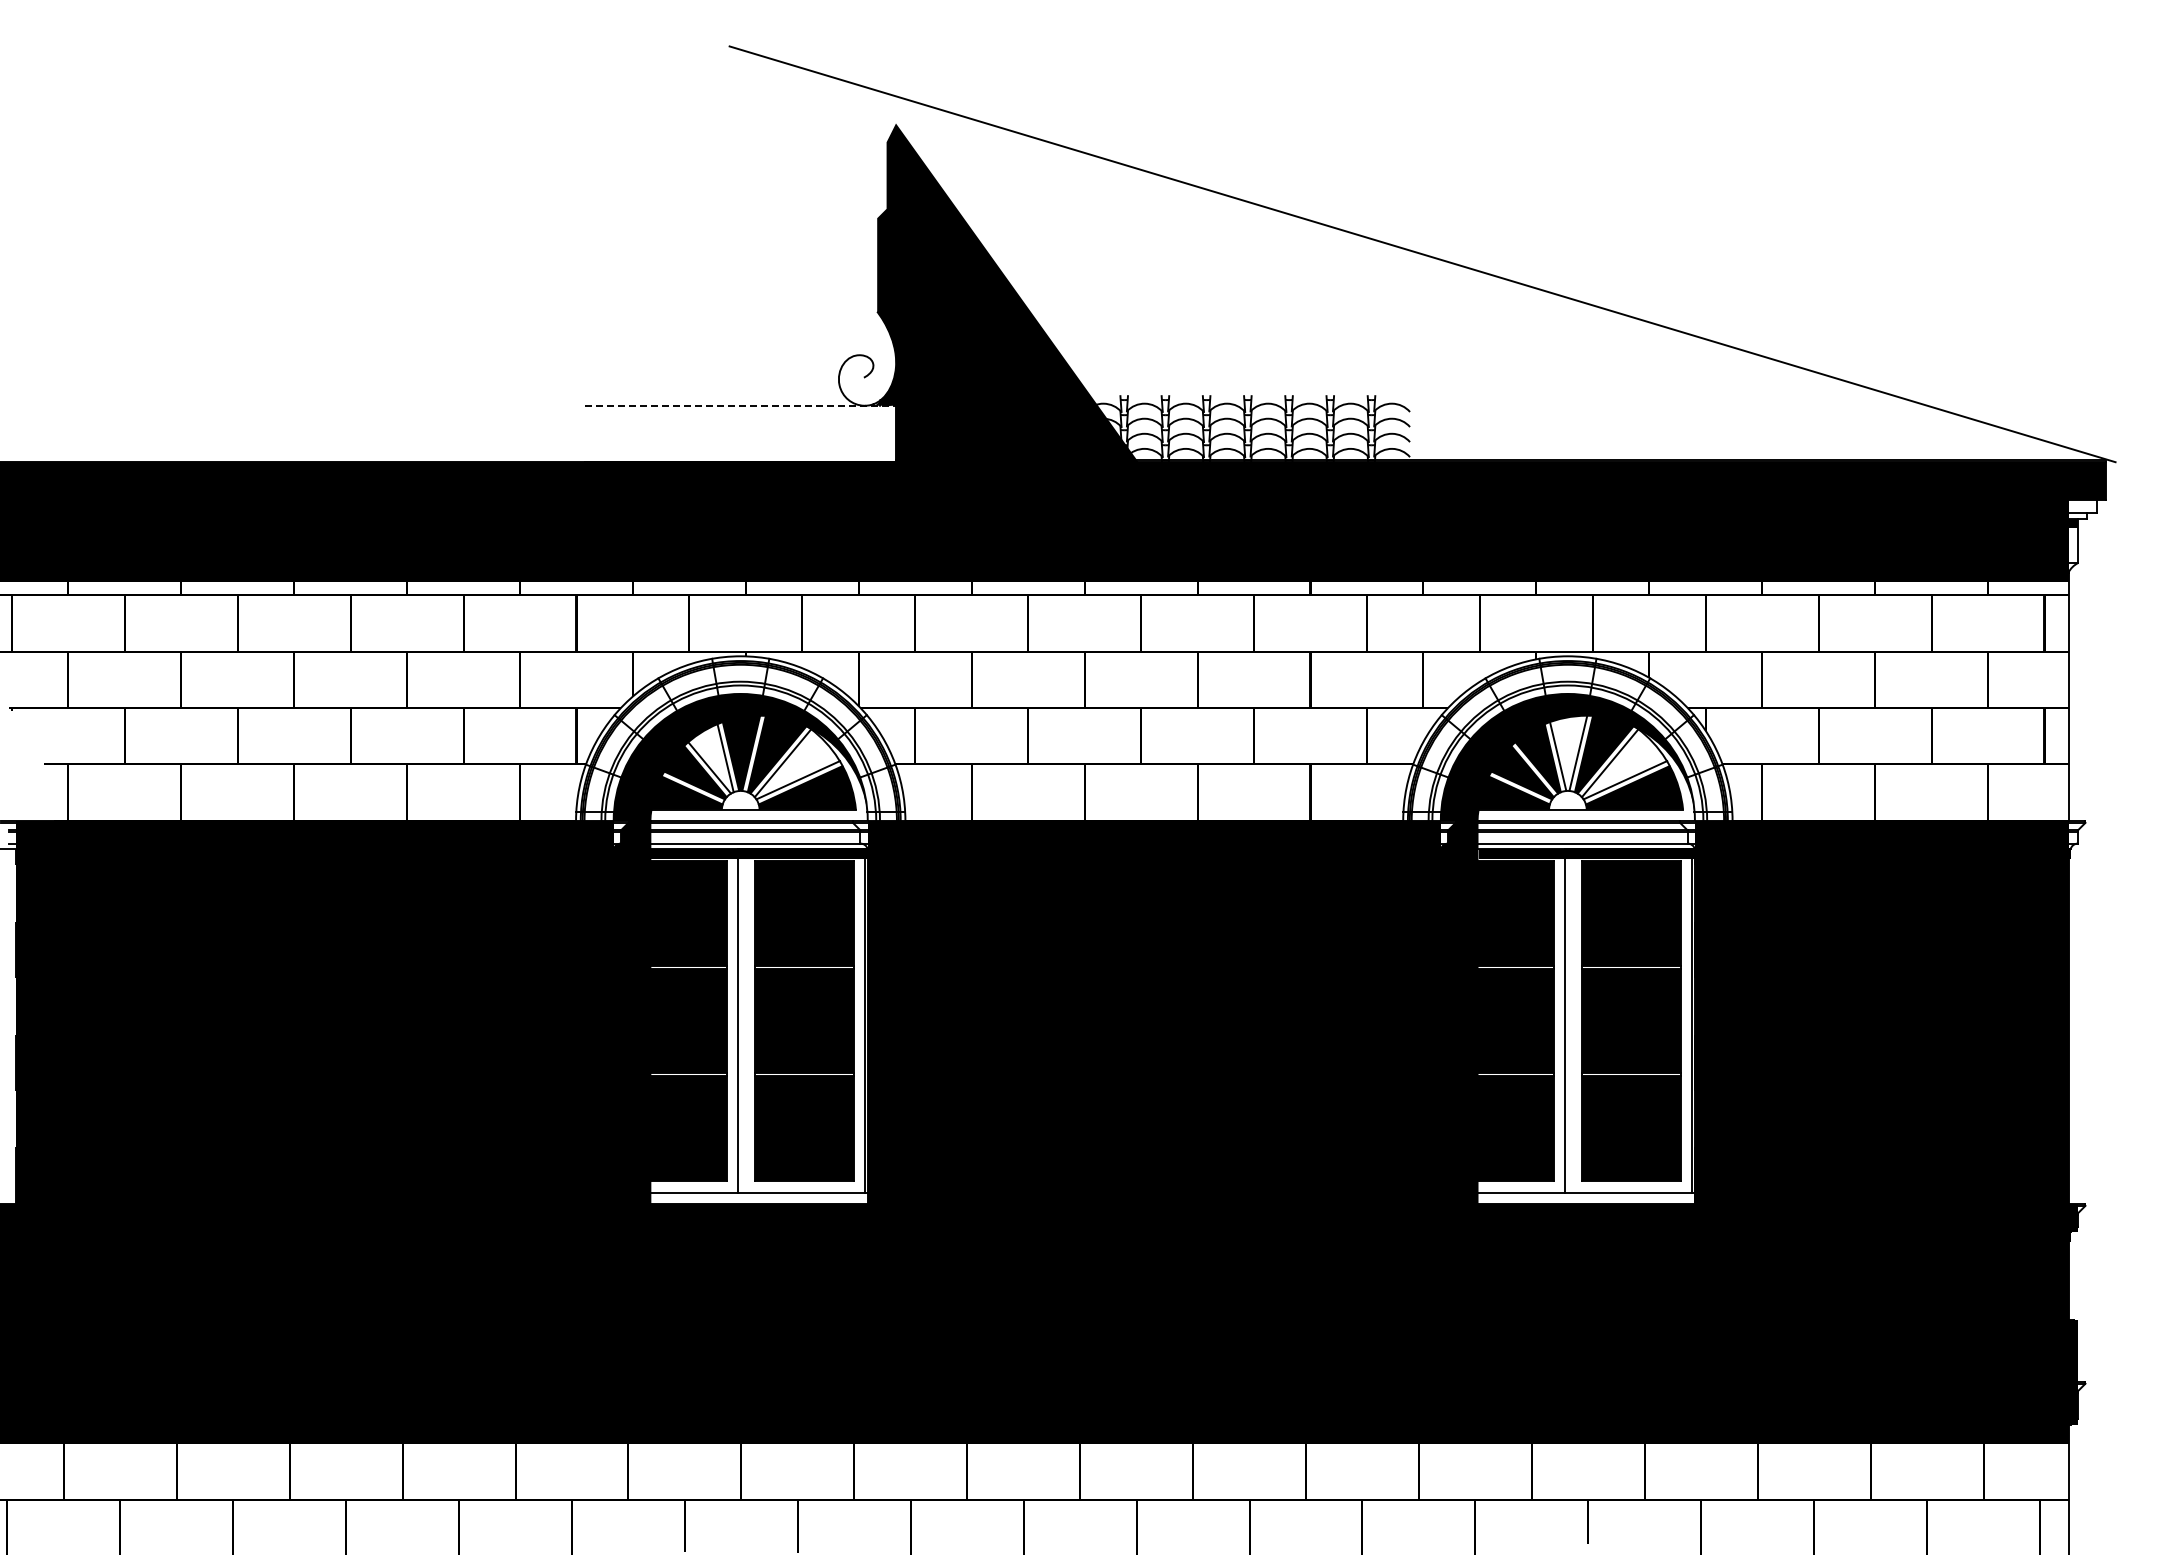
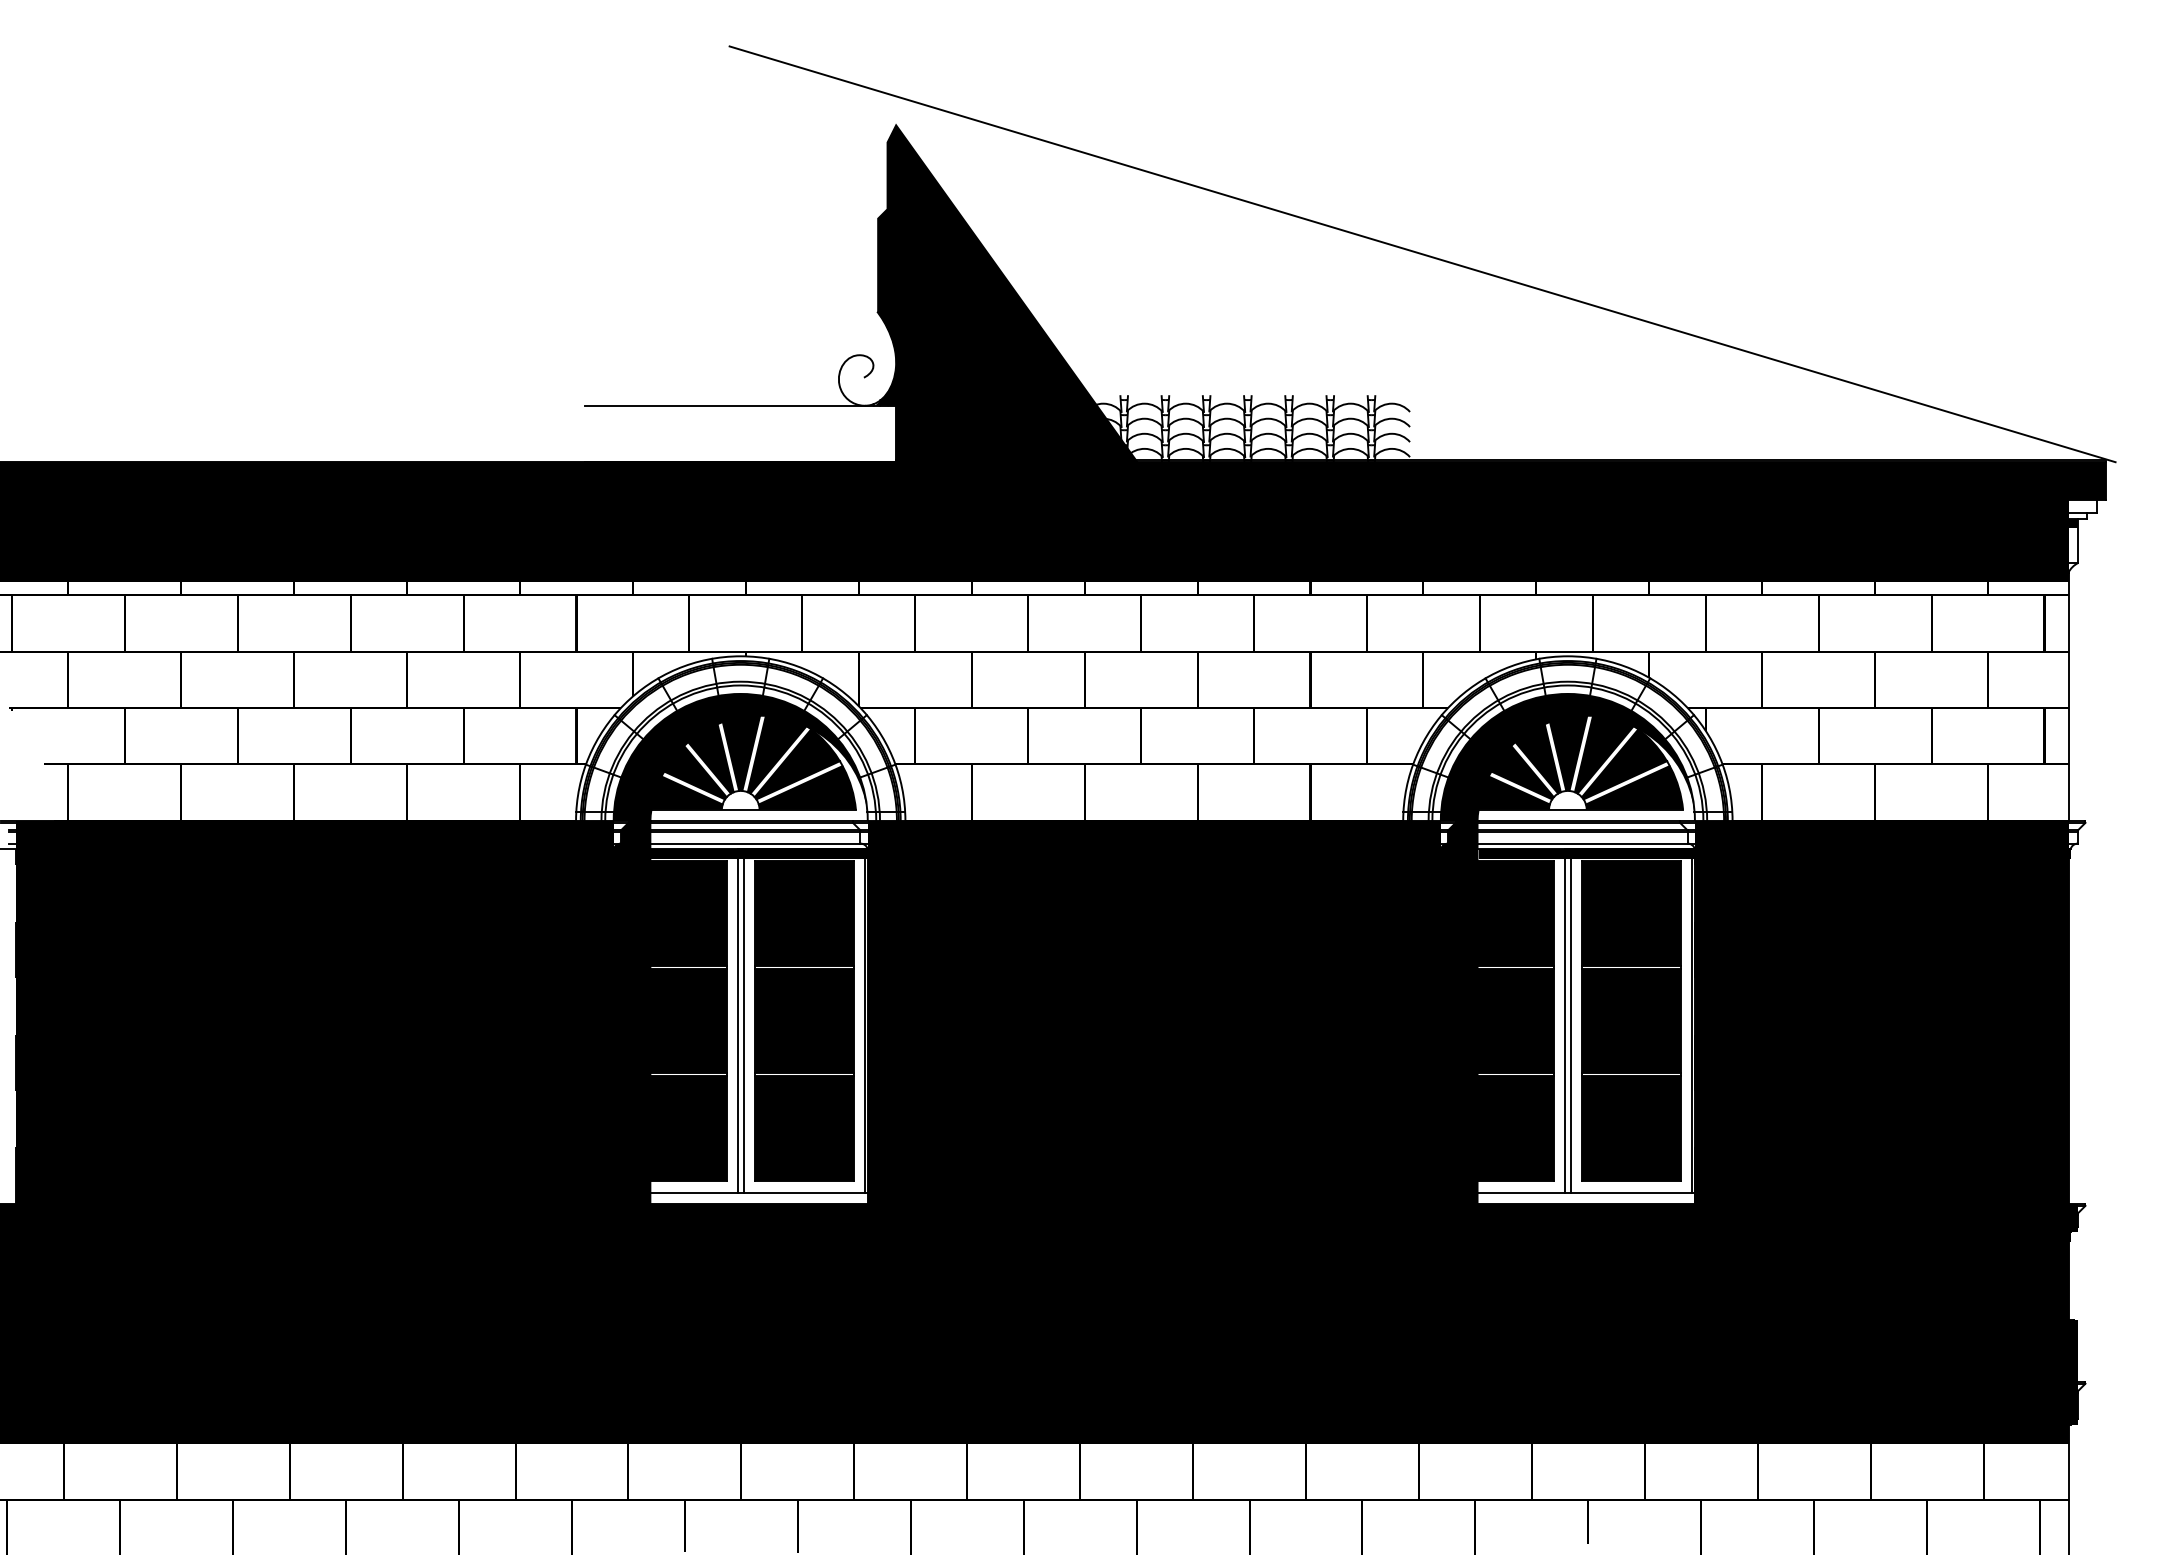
line at (741, 405): dashed -> solid
fill at (1567, 747): none -> present
fill at (703, 750): none -> present
fill at (796, 764): none -> present
fill at (1623, 764): none -> present
line at (743, 1020): none -> present
line at (1570, 1020): none -> present
